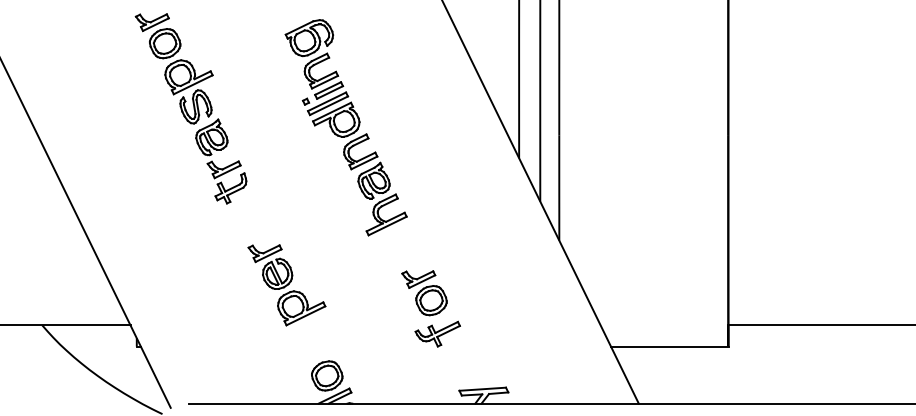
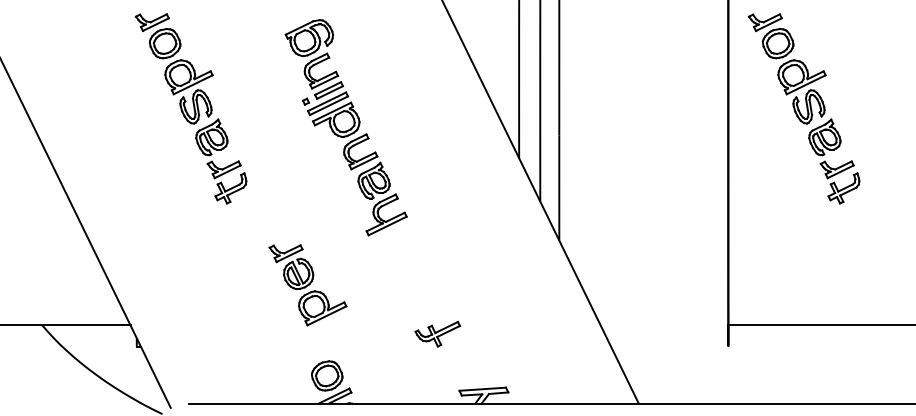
part at (803, 108): none -> present
part at (286, 285) position: (286, 285) -> (307, 285)
part at (424, 293): present -> none
line at (669, 346): present -> none
